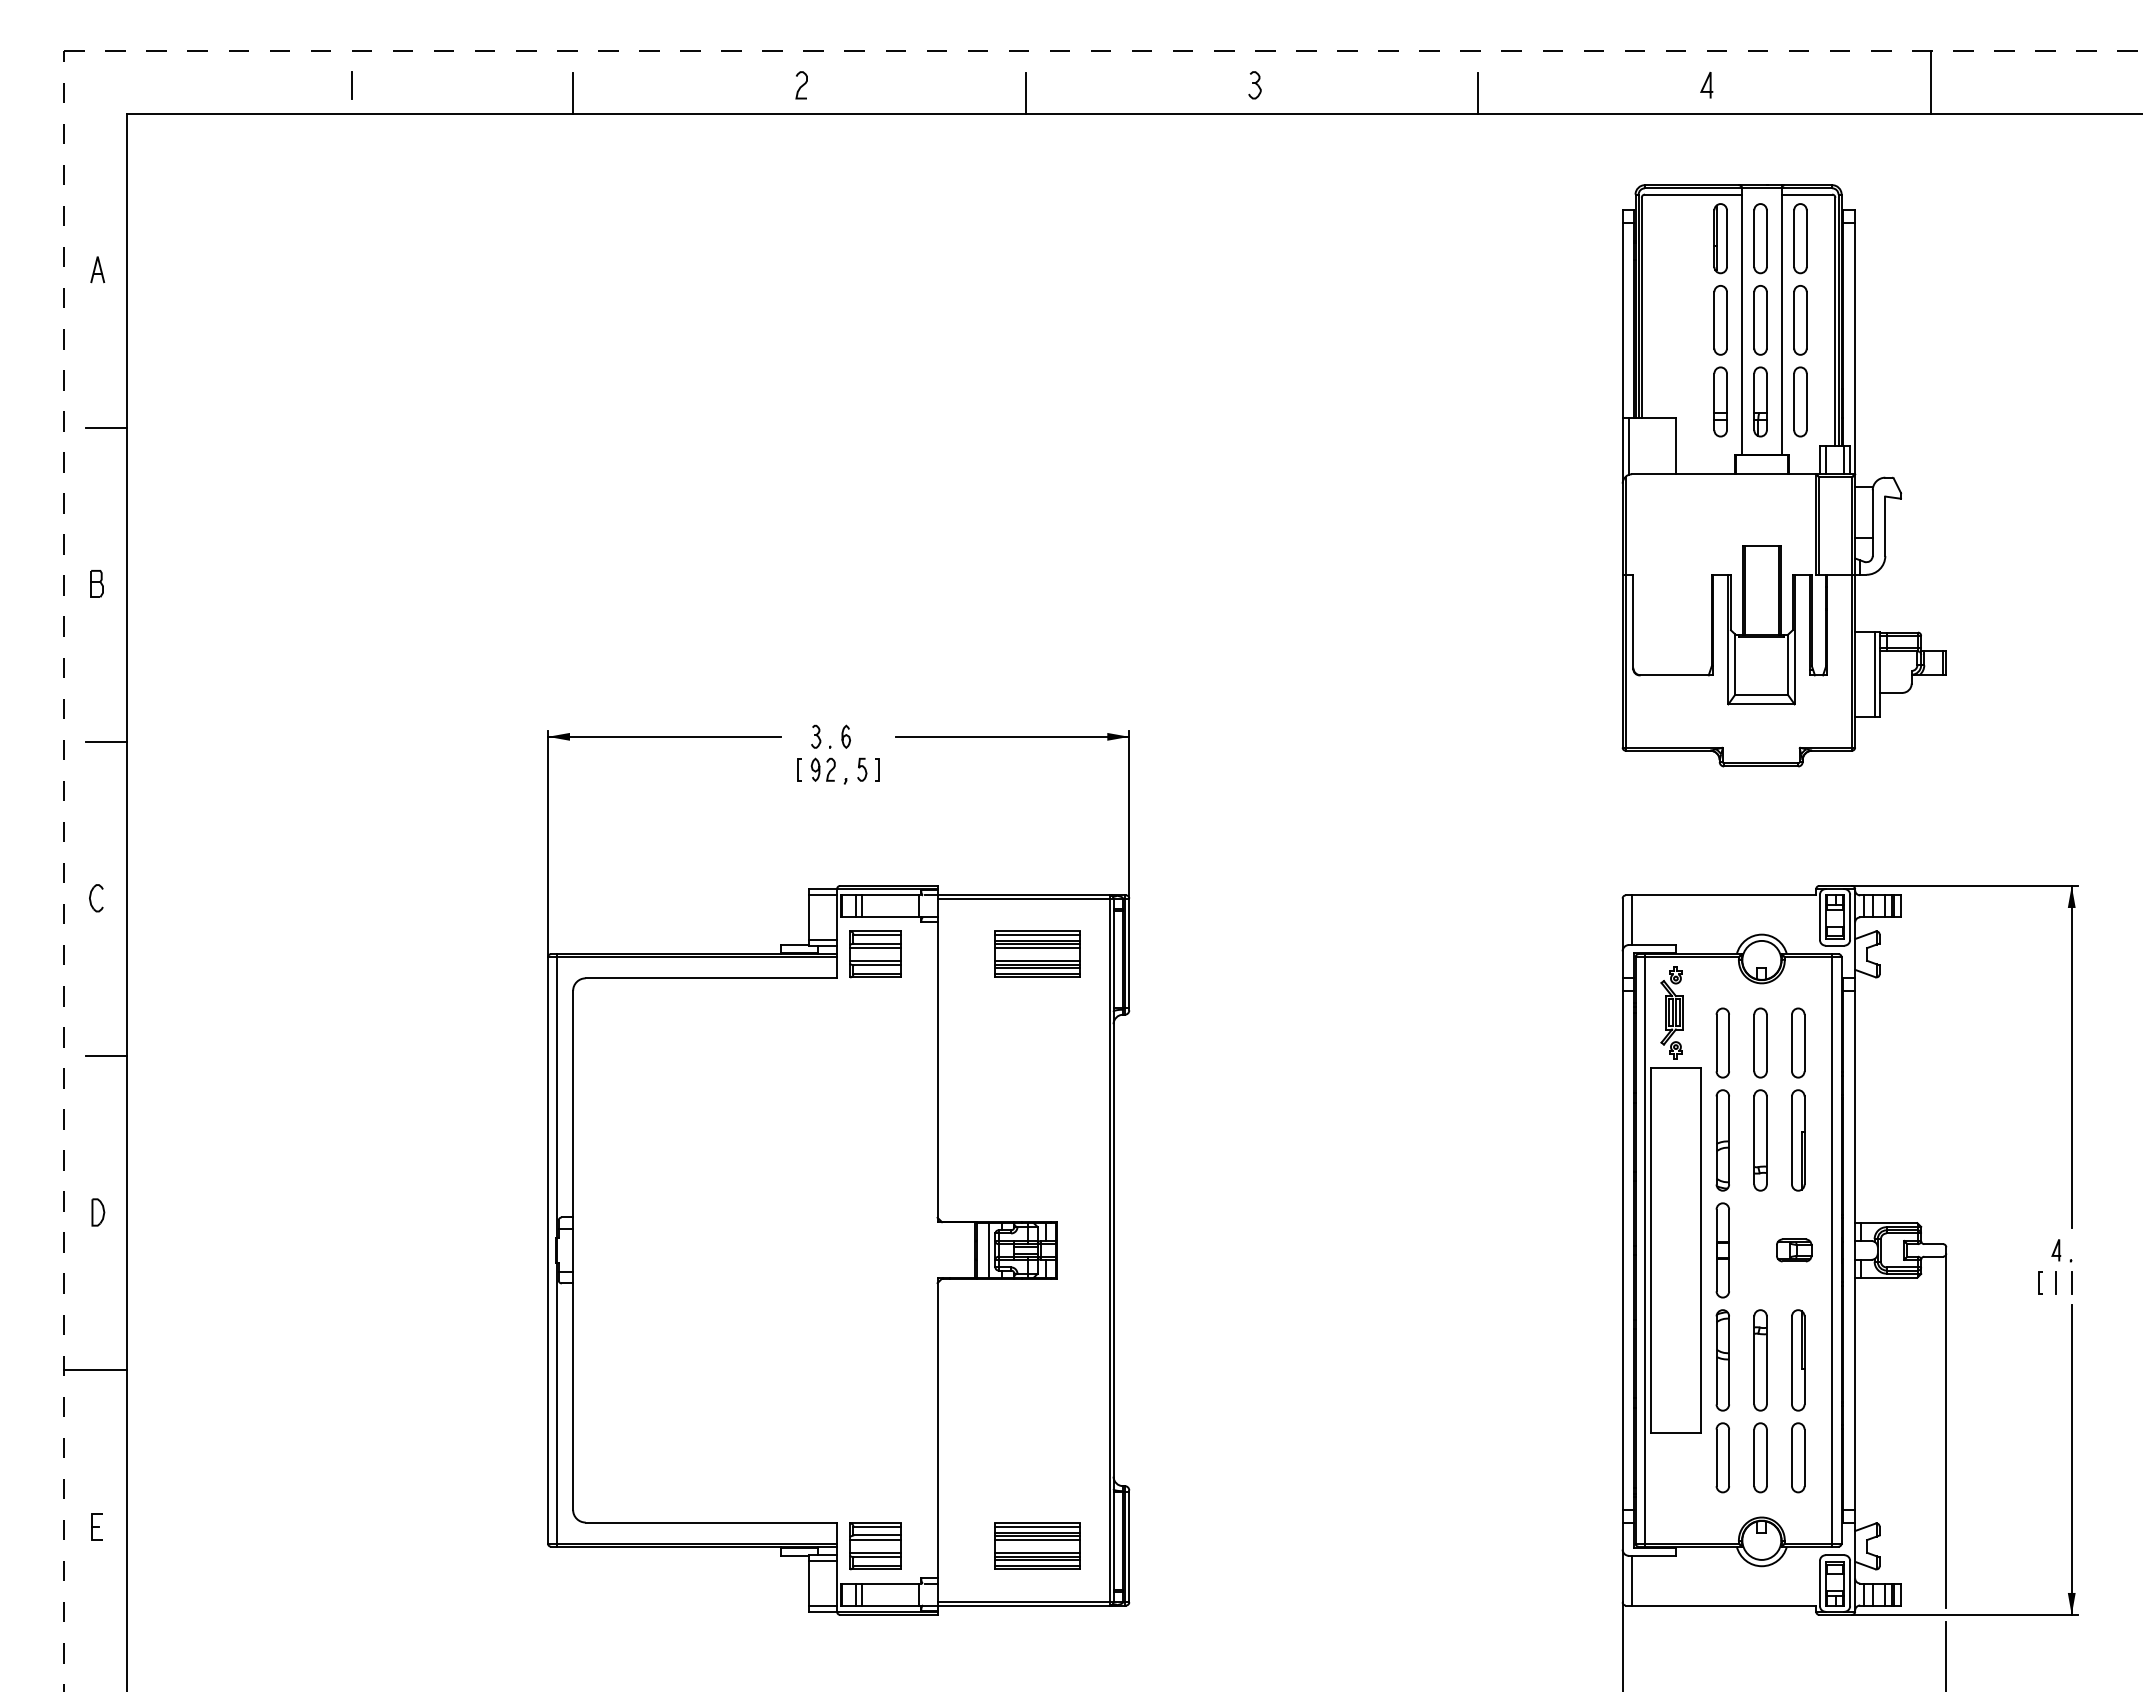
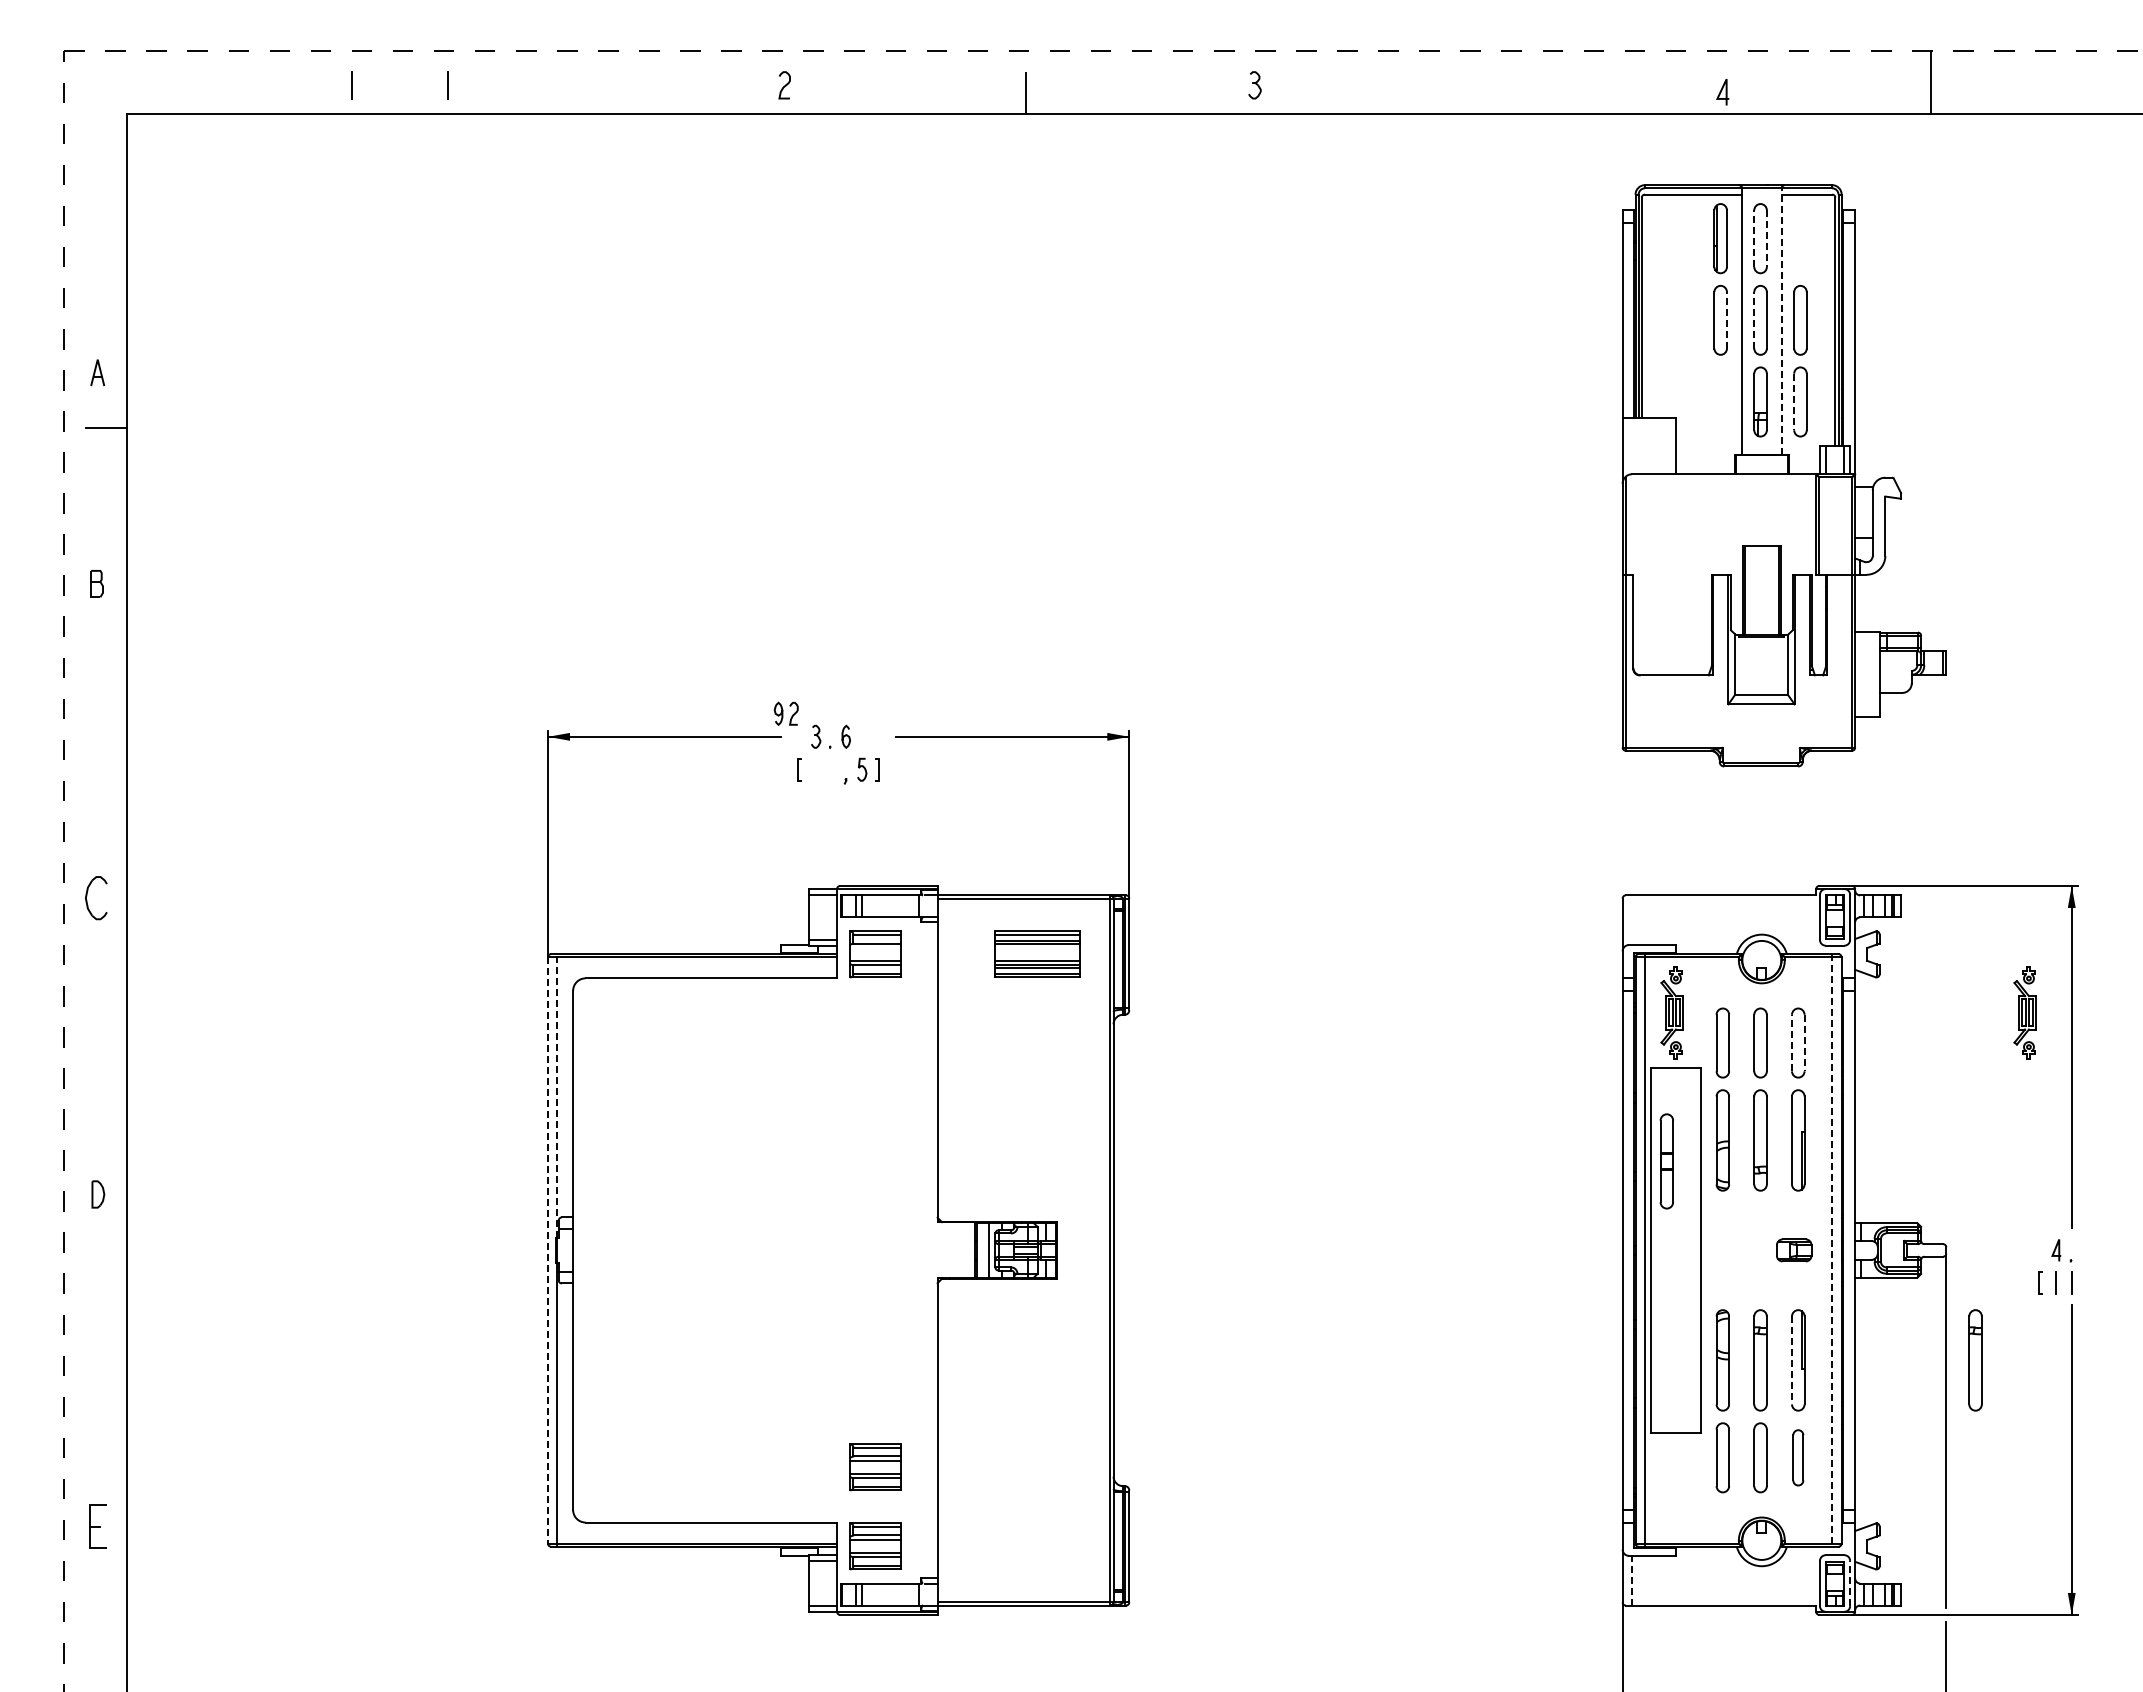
line at (447, 85): none -> present
curve at (801, 85) position: (801, 85) -> (784, 85)
line at (1705, 85) position: (1705, 85) -> (1721, 92)
line at (573, 92): present -> none
line at (1478, 92): present -> none
line at (1754, 238): solid -> dashed
part at (1800, 238): present -> none
line at (1766, 239): solid -> dashed
part at (97, 269) position: (97, 269) -> (97, 372)
line at (1726, 319): solid -> dashed
line at (1754, 319): solid -> dashed
line at (1781, 321): solid -> dashed
part at (1720, 401): present -> none
line at (1794, 402): solid -> dashed
line at (1628, 445): present -> none
line at (1875, 673): present -> none
line at (106, 741): present -> none
part at (822, 769) position: (822, 769) -> (785, 713)
part at (96, 898) size: 15x29 px -> 23x45 px
line at (1632, 920): present -> none
line at (875, 948): present -> none
line at (1036, 948): present -> none
part at (2024, 1012): none -> present
line at (1792, 1042): solid -> dashed
line at (1804, 1043): solid -> dashed
line at (106, 1056): present -> none
line at (557, 1096): solid -> dashed
part at (98, 1212) position: (98, 1212) -> (98, 1194)
line at (547, 1250): solid -> dashed
part at (1722, 1250) position: (1722, 1250) -> (1666, 1161)
line at (1832, 1250): solid -> dashed
line at (1792, 1360): solid -> dashed
part at (1975, 1360): none -> present
line at (95, 1370): present -> none
part at (1798, 1457) size: 15x72 px -> 13x58 px
part at (875, 1467): none -> present
part at (96, 1526) size: 12x28 px -> 18x45 px
part at (1037, 1545): present -> none
line at (1632, 1580): solid -> dashed
line at (1850, 1583): solid -> dashed
